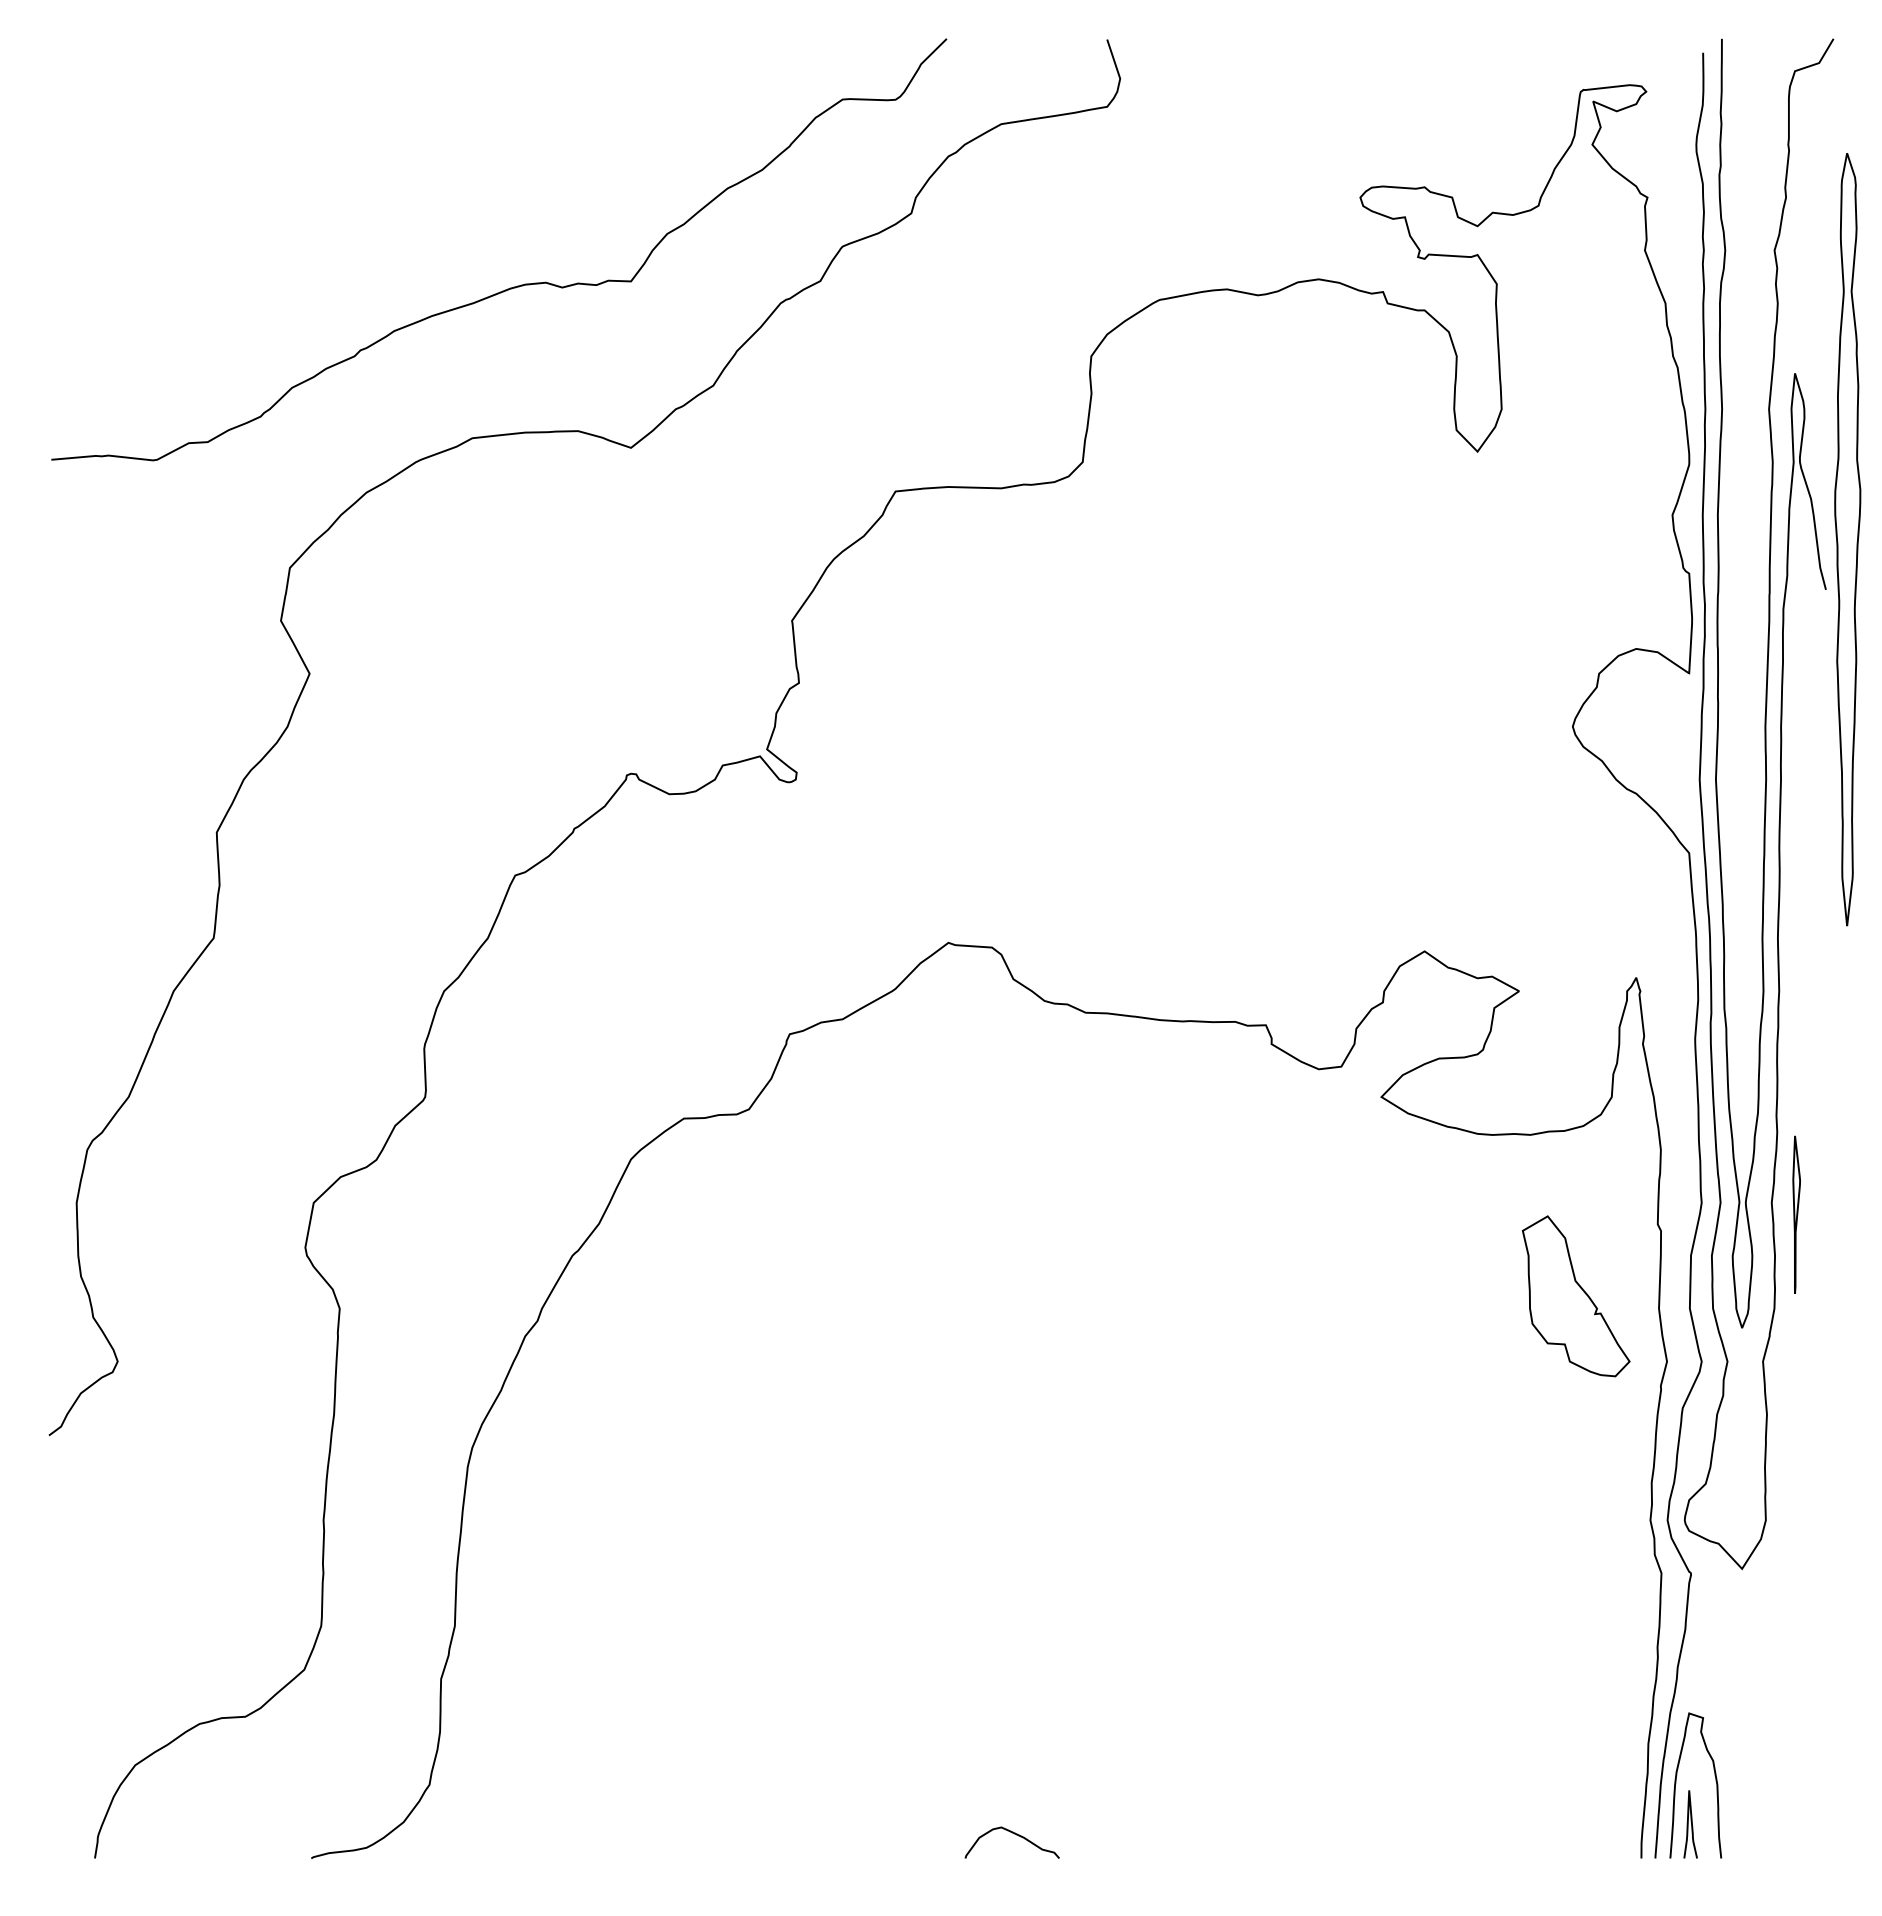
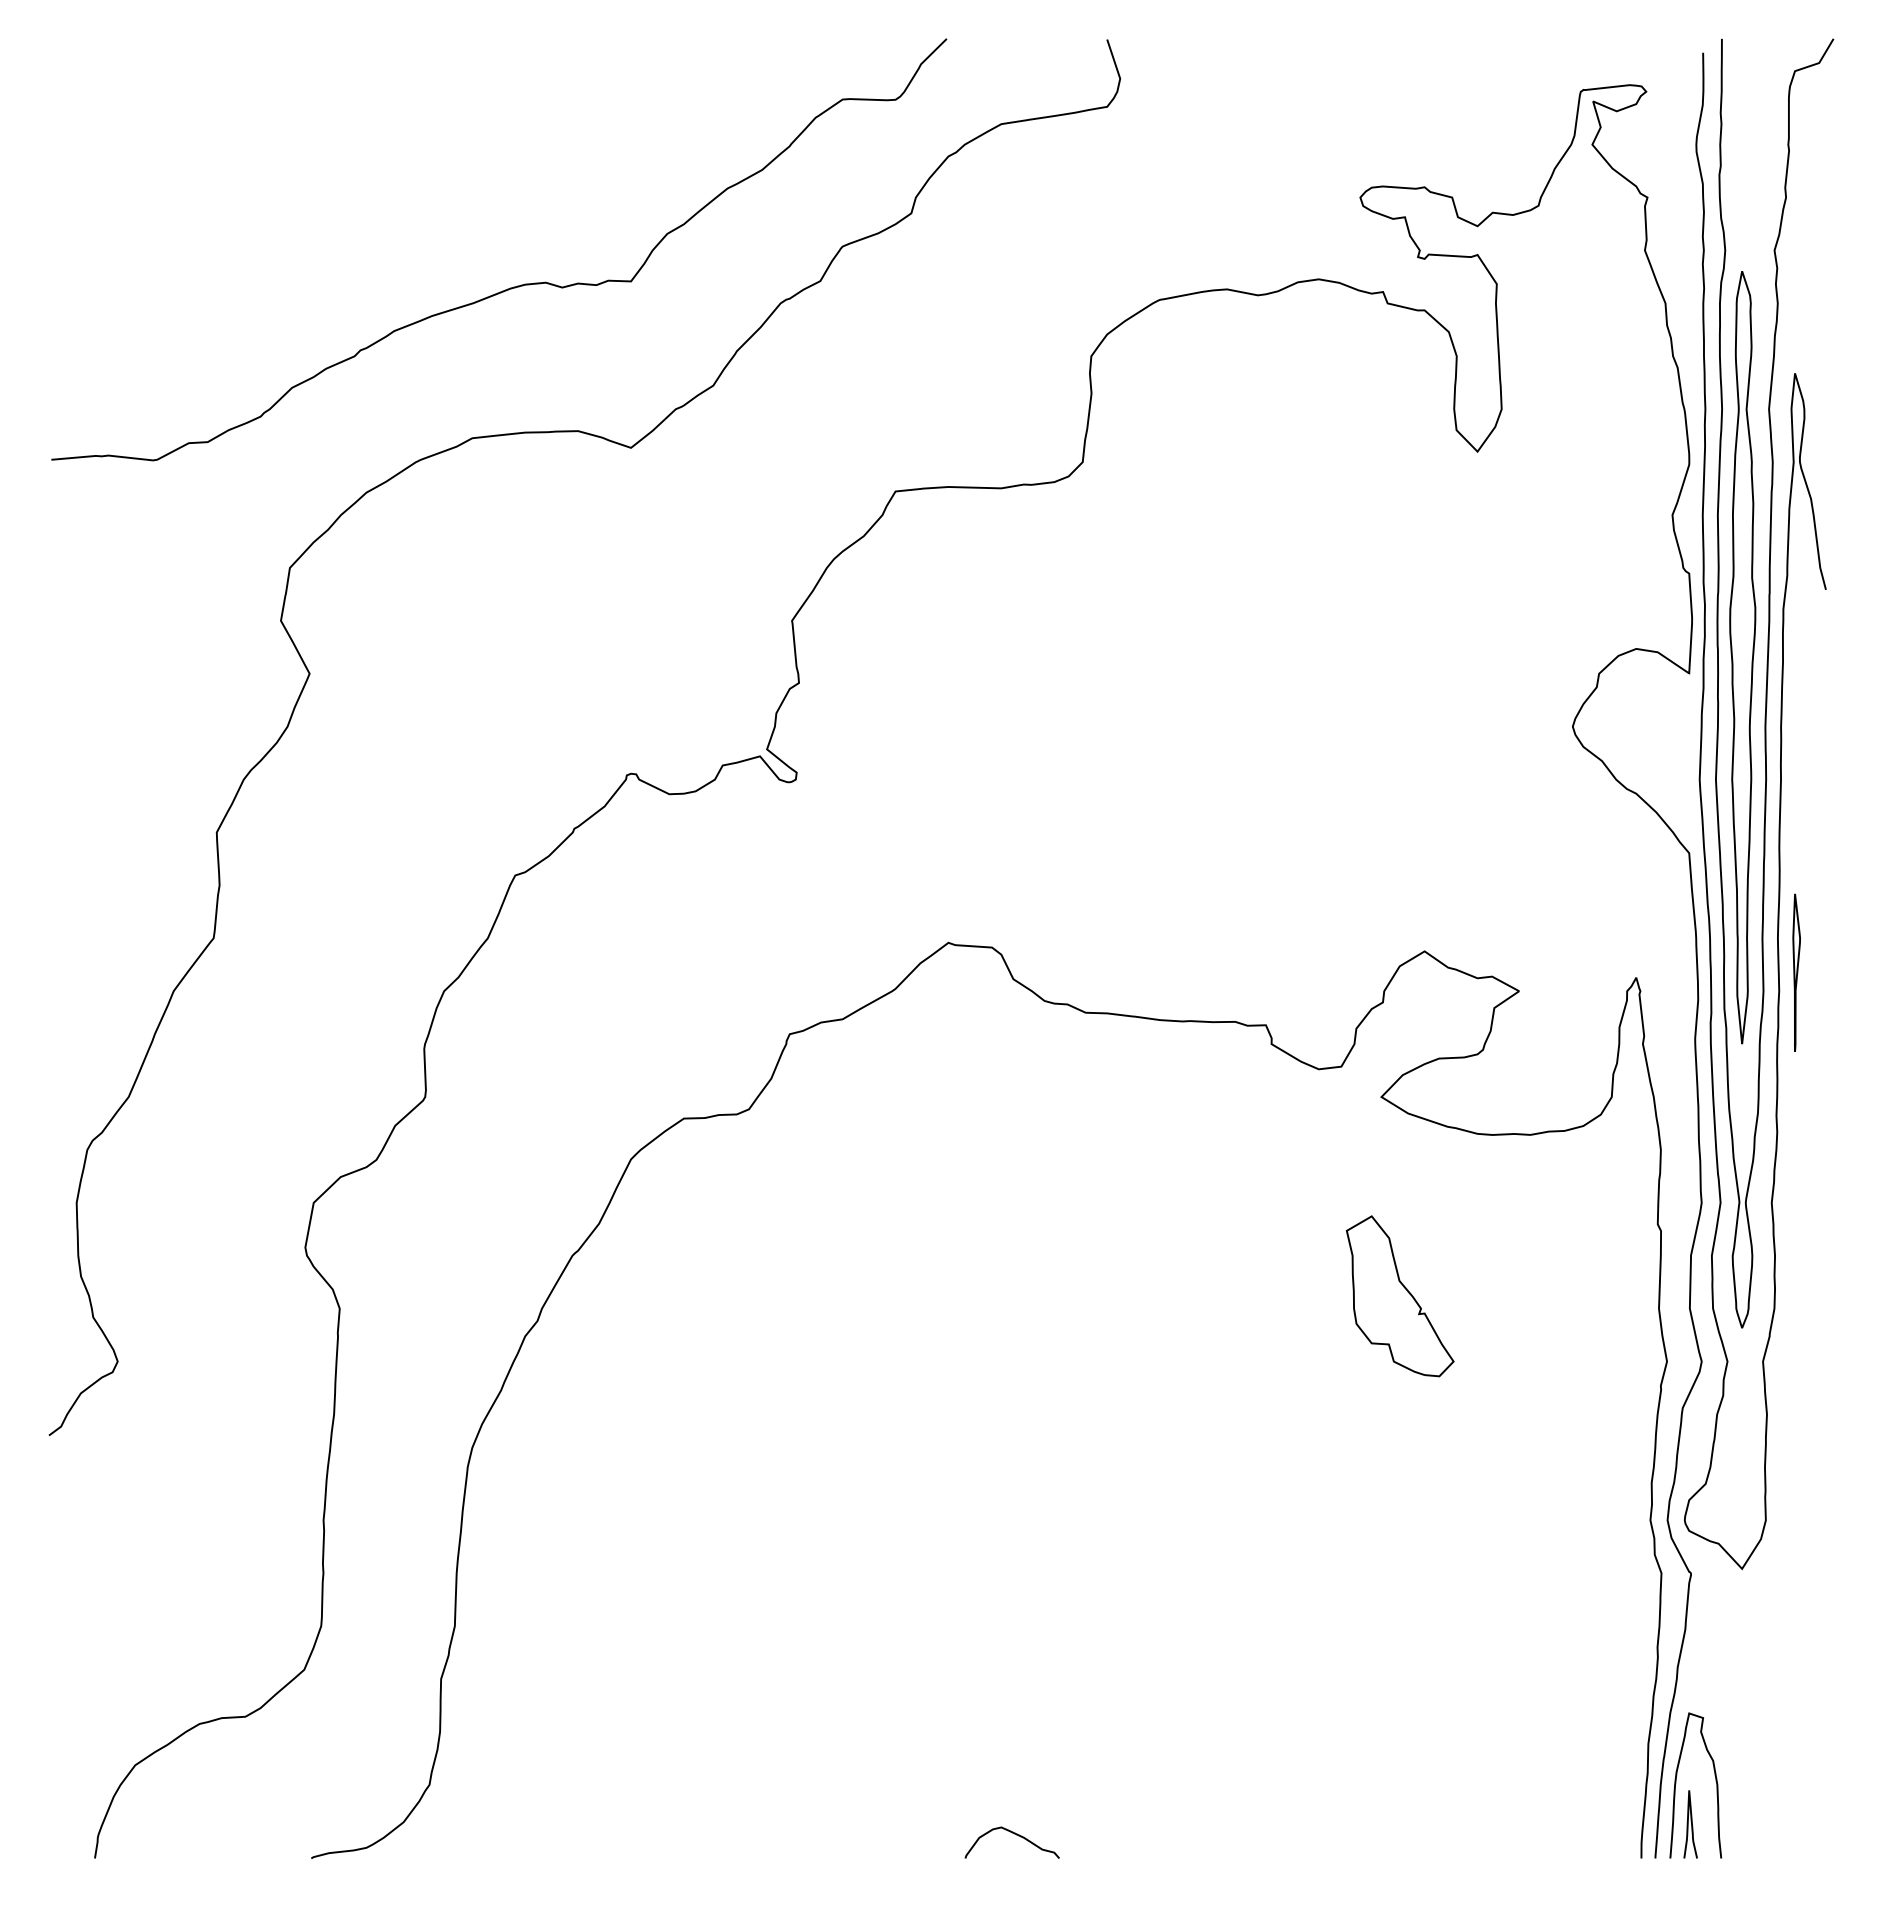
part at (1847, 539) position: (1847, 539) -> (1742, 657)
part at (1796, 1214) position: (1796, 1214) -> (1796, 972)
part at (1575, 1296) position: (1575, 1296) -> (1399, 1296)
